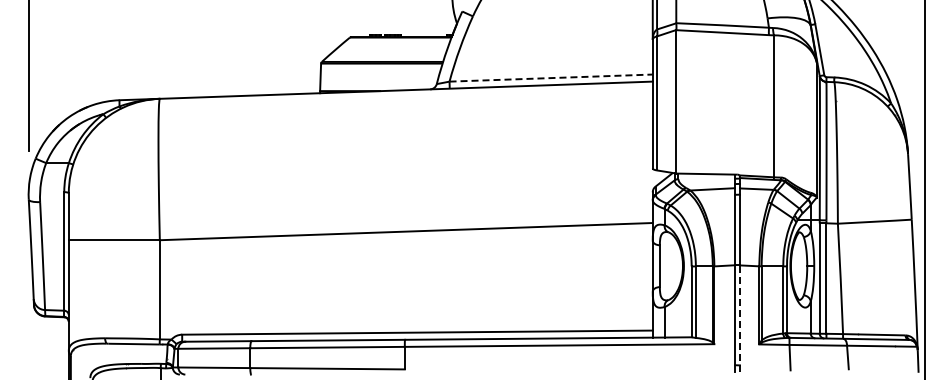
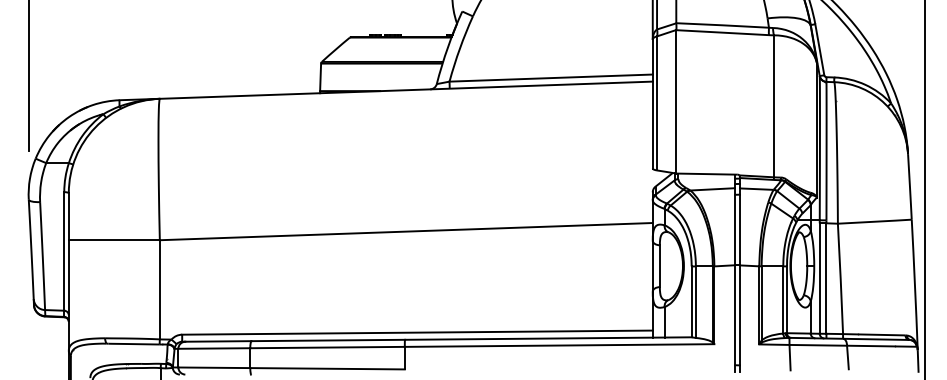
line at (551, 78): dashed -> solid
line at (740, 318): dashed -> solid
